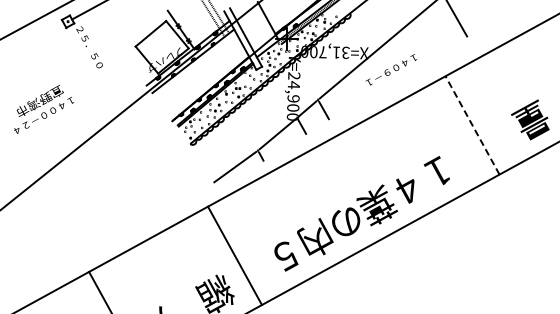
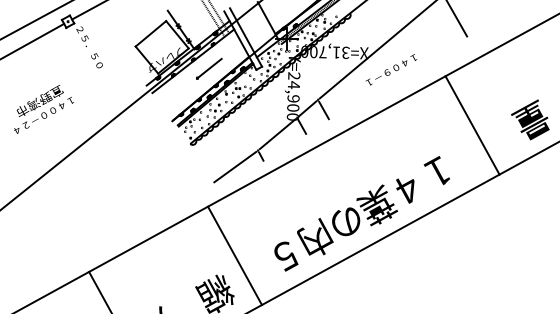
line at (33, 40): none -> present
part at (209, 68): none -> present
line at (472, 125): dashed -> solid
